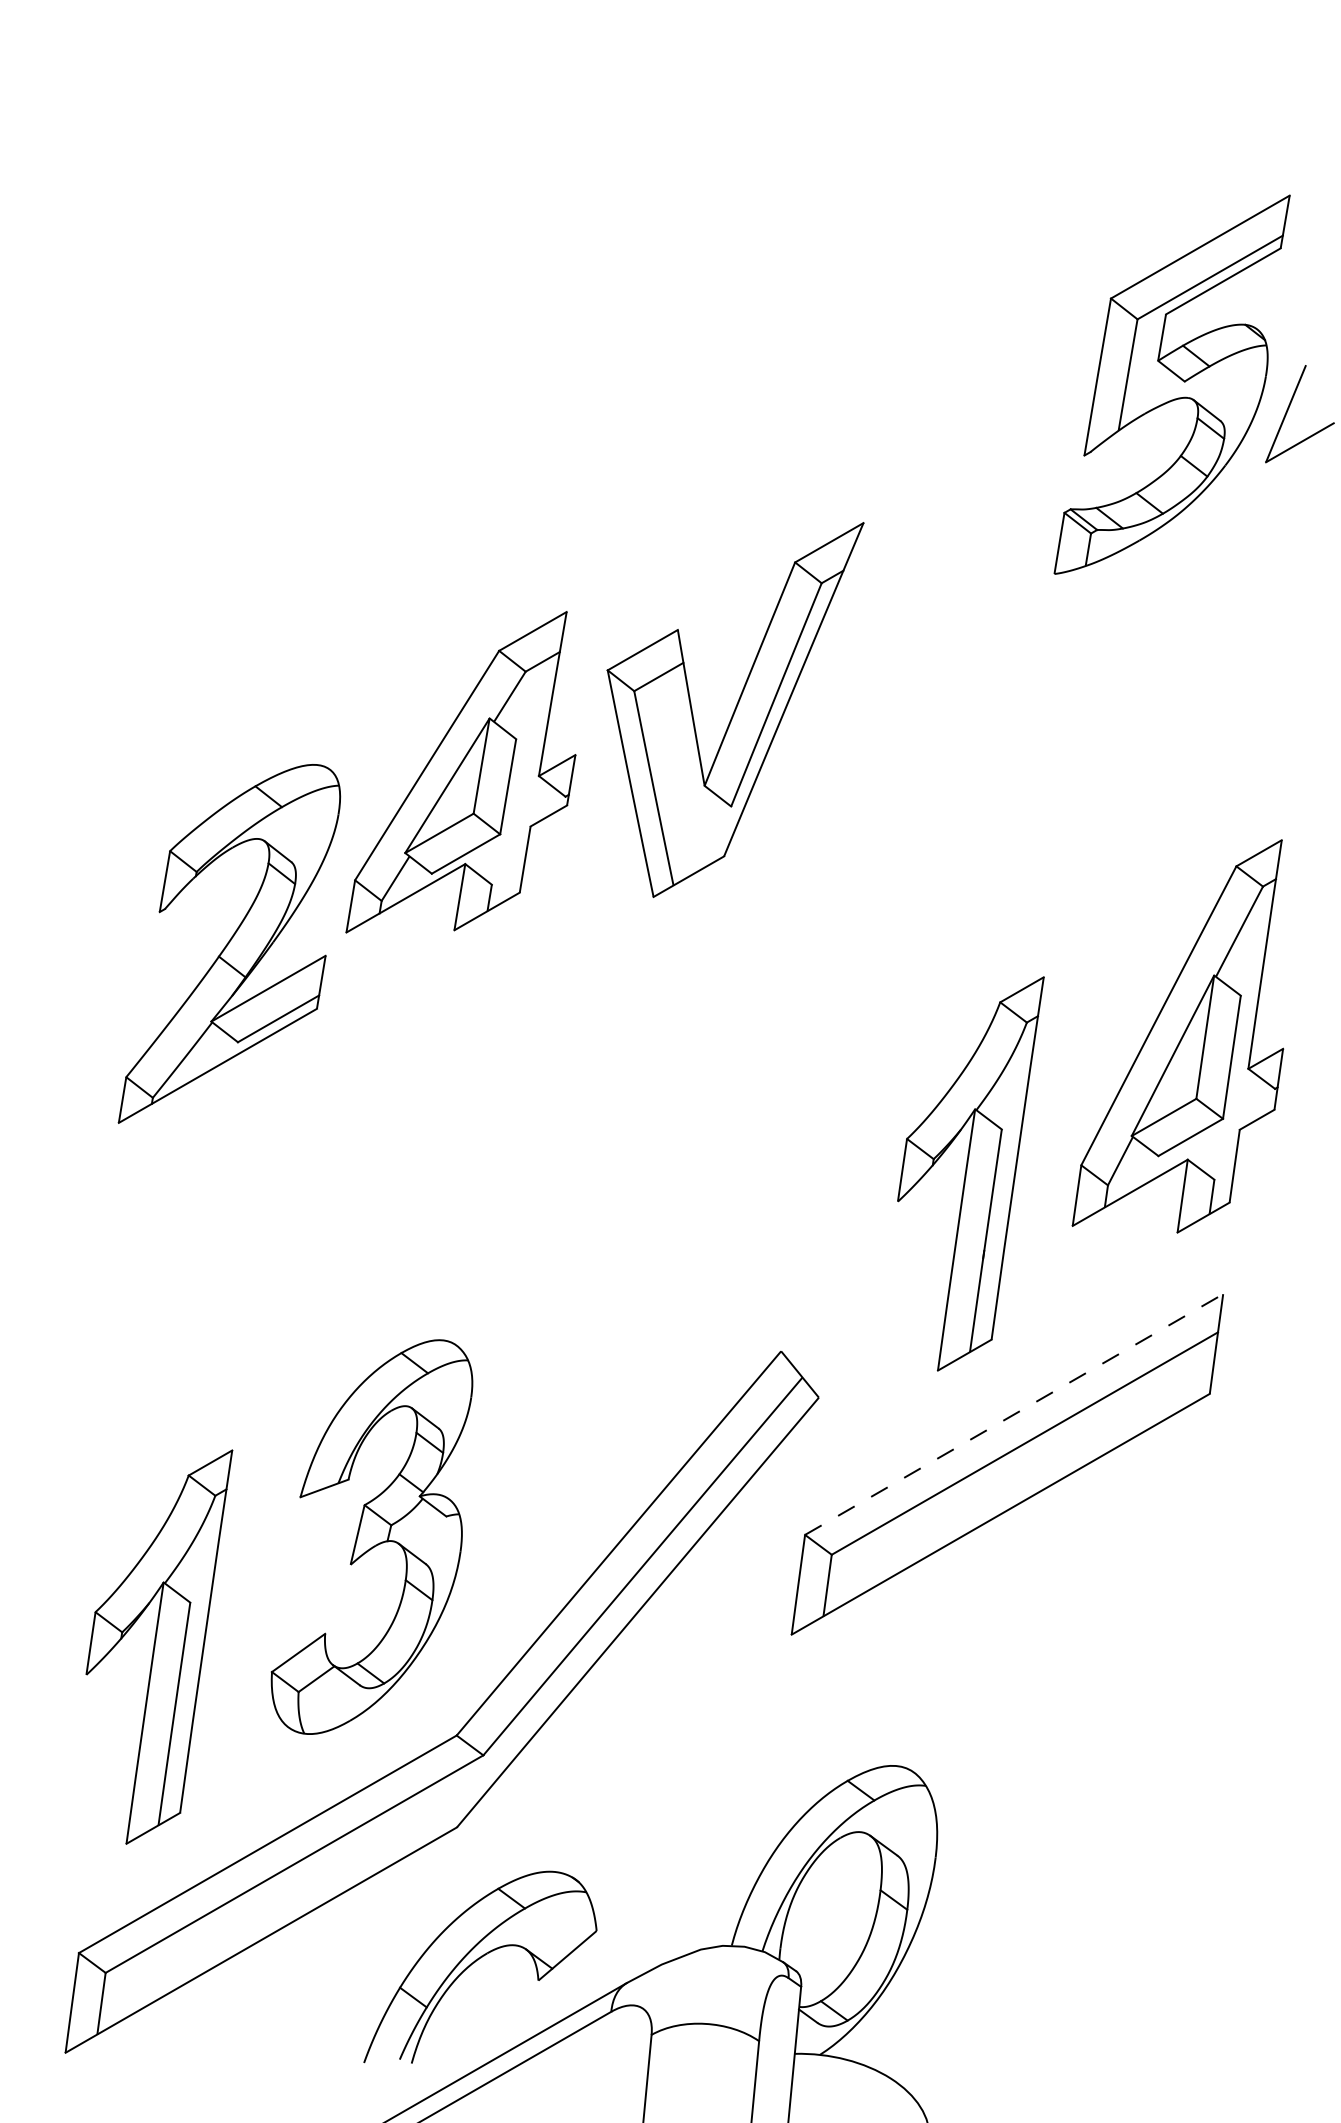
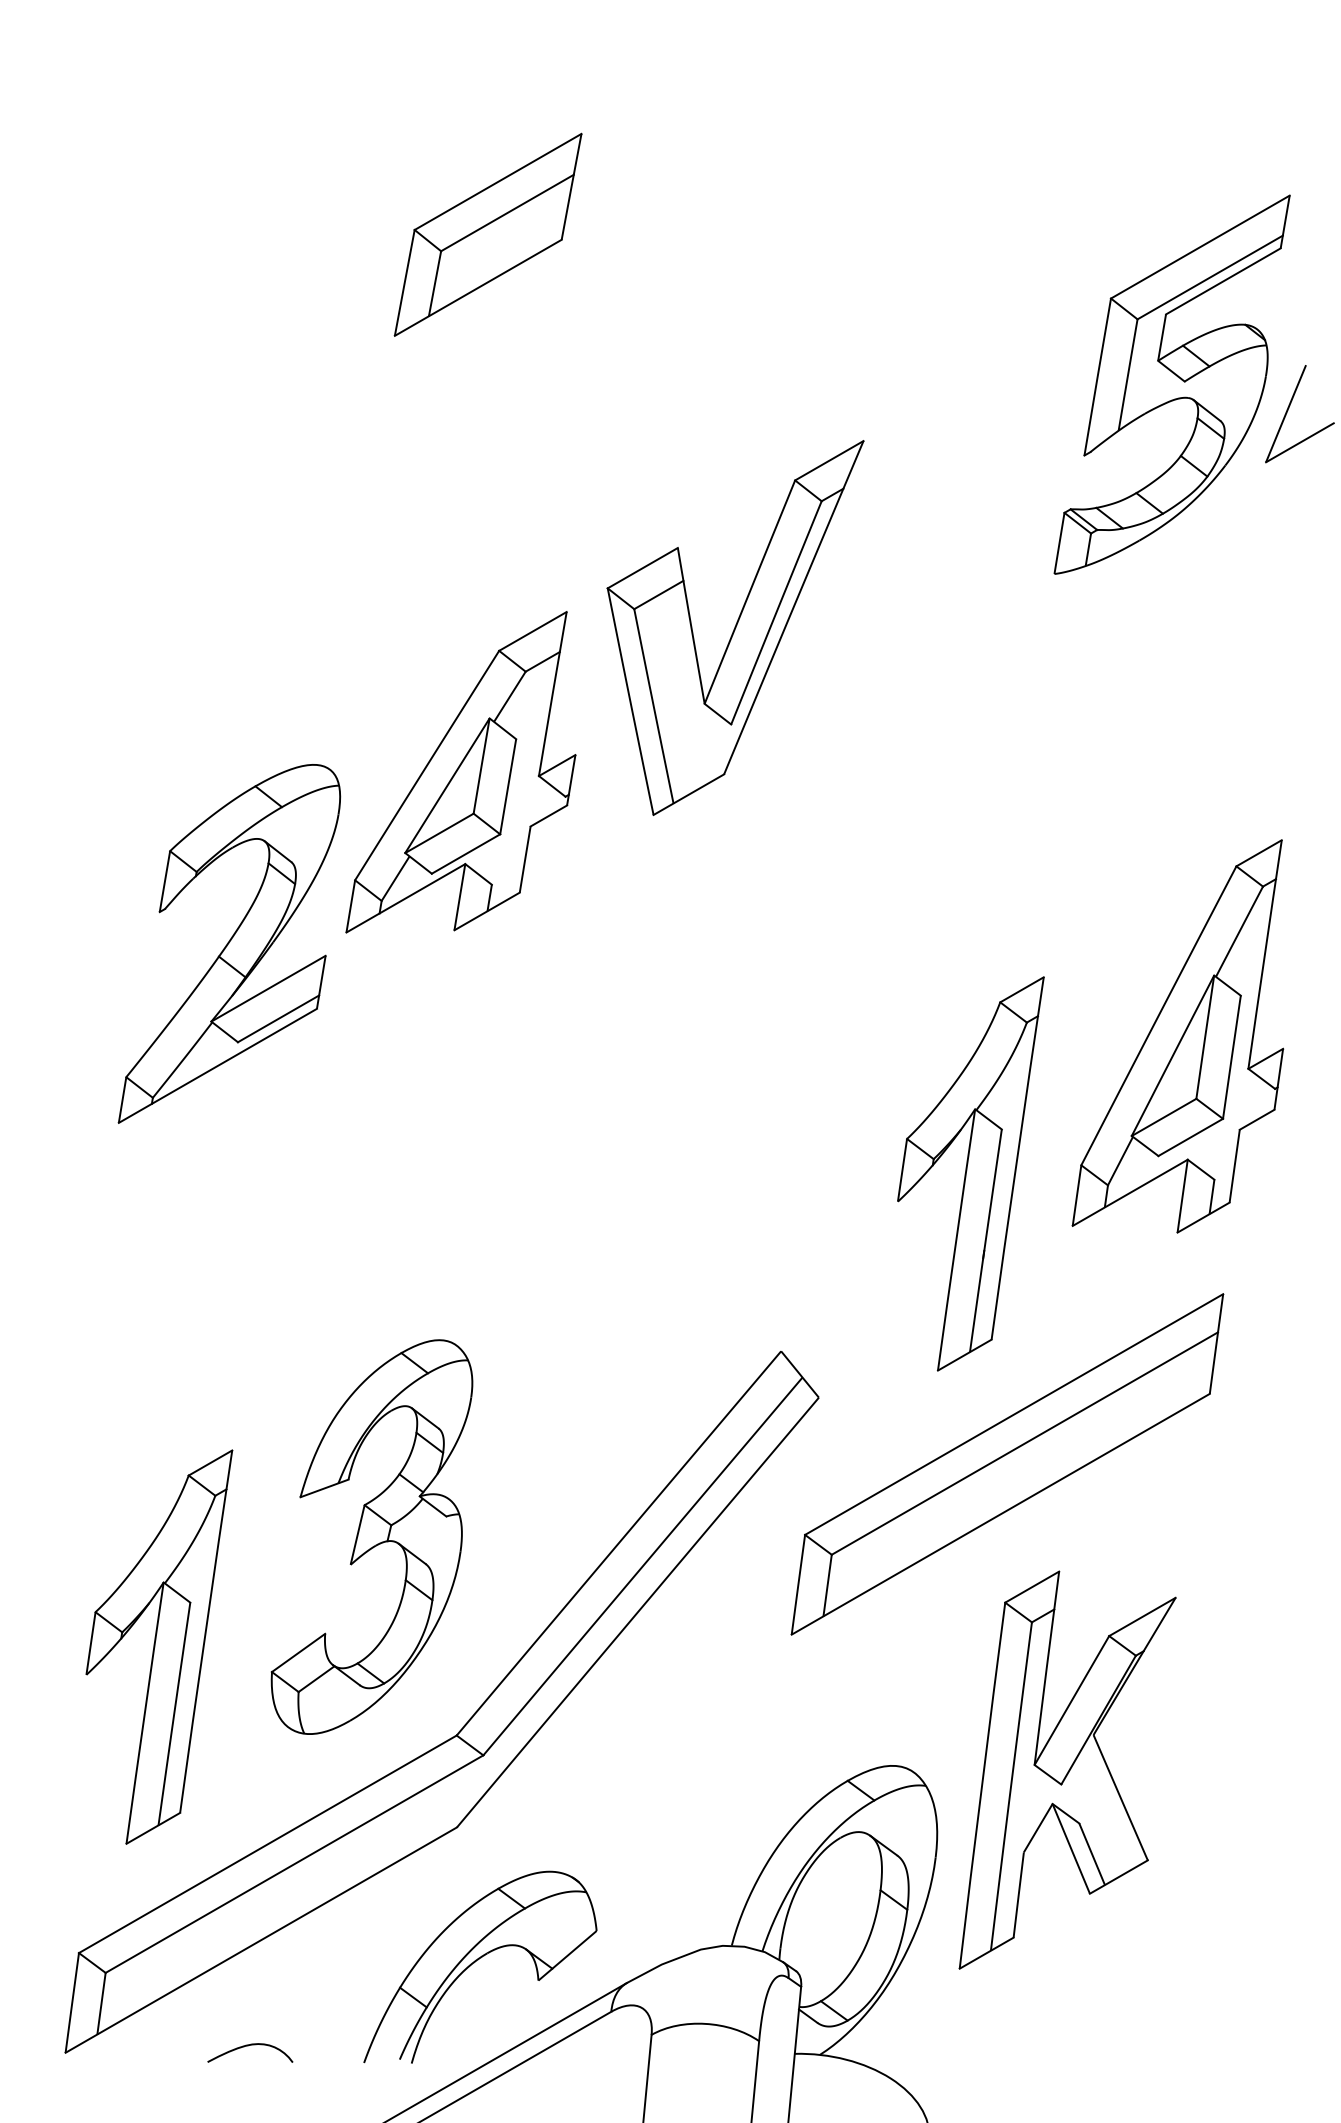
part at (487, 234): none -> present
part at (735, 709) position: (735, 709) -> (735, 627)
line at (1014, 1414): dashed -> solid
part at (1067, 1769): none -> present
curve at (248, 2046): none -> present
